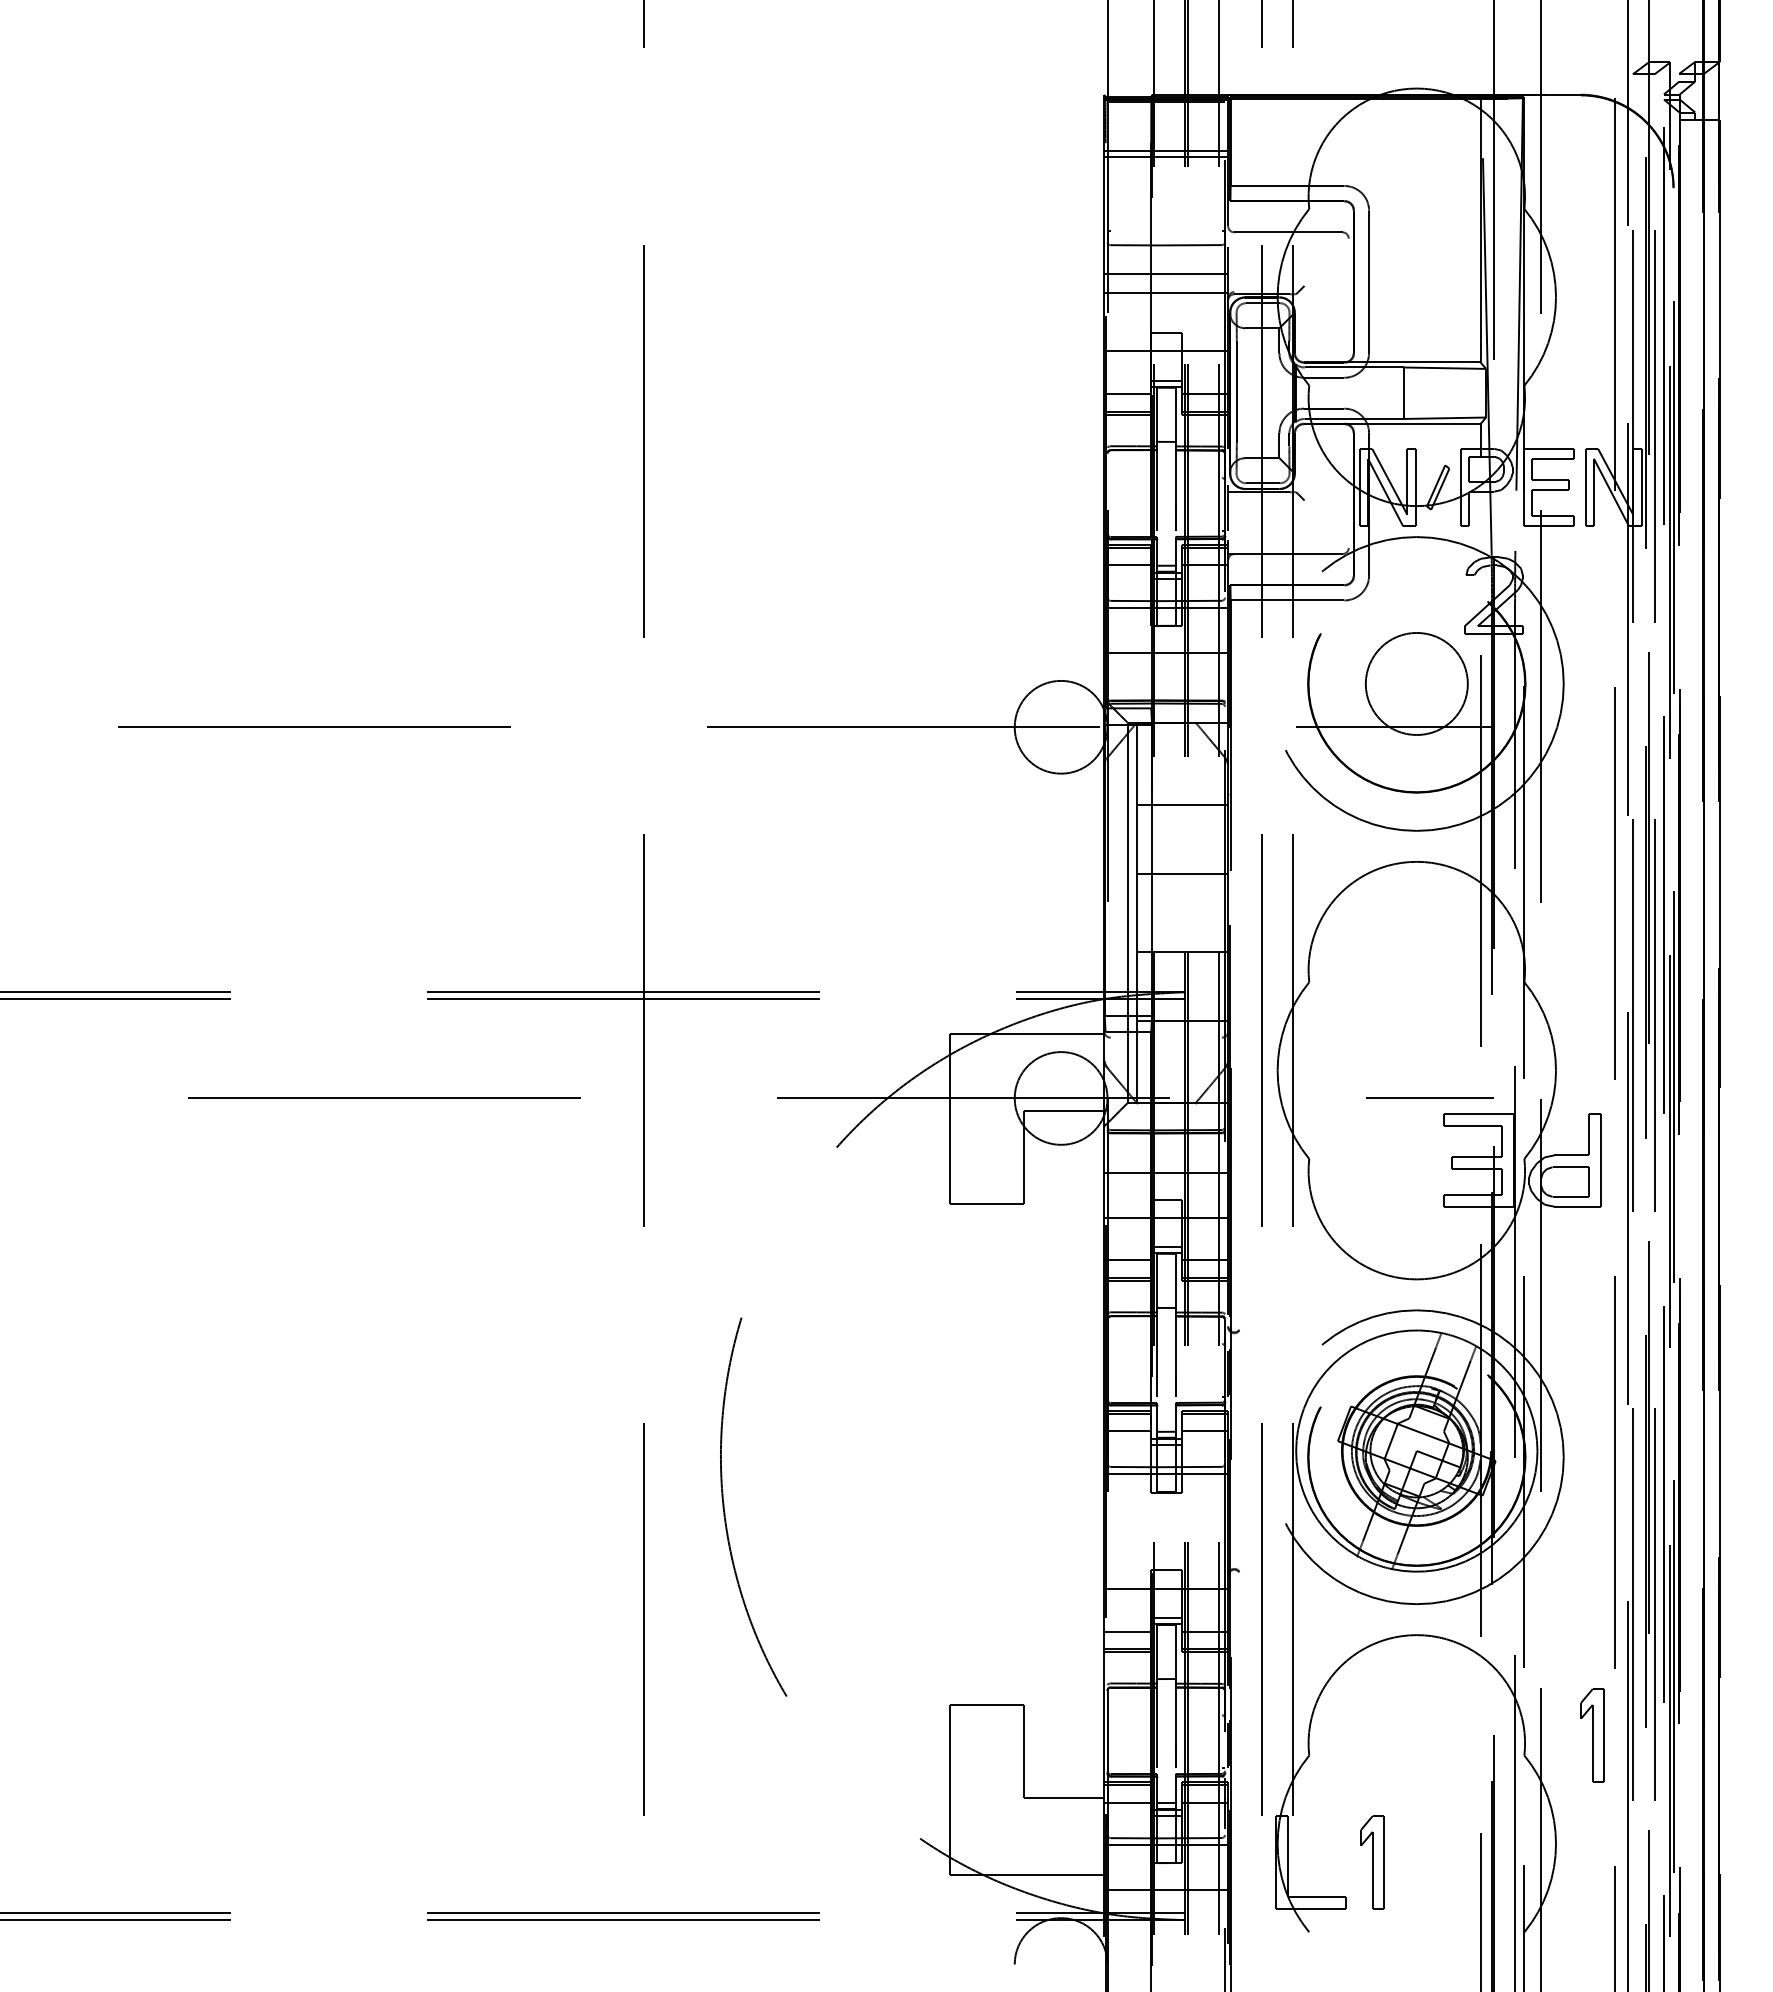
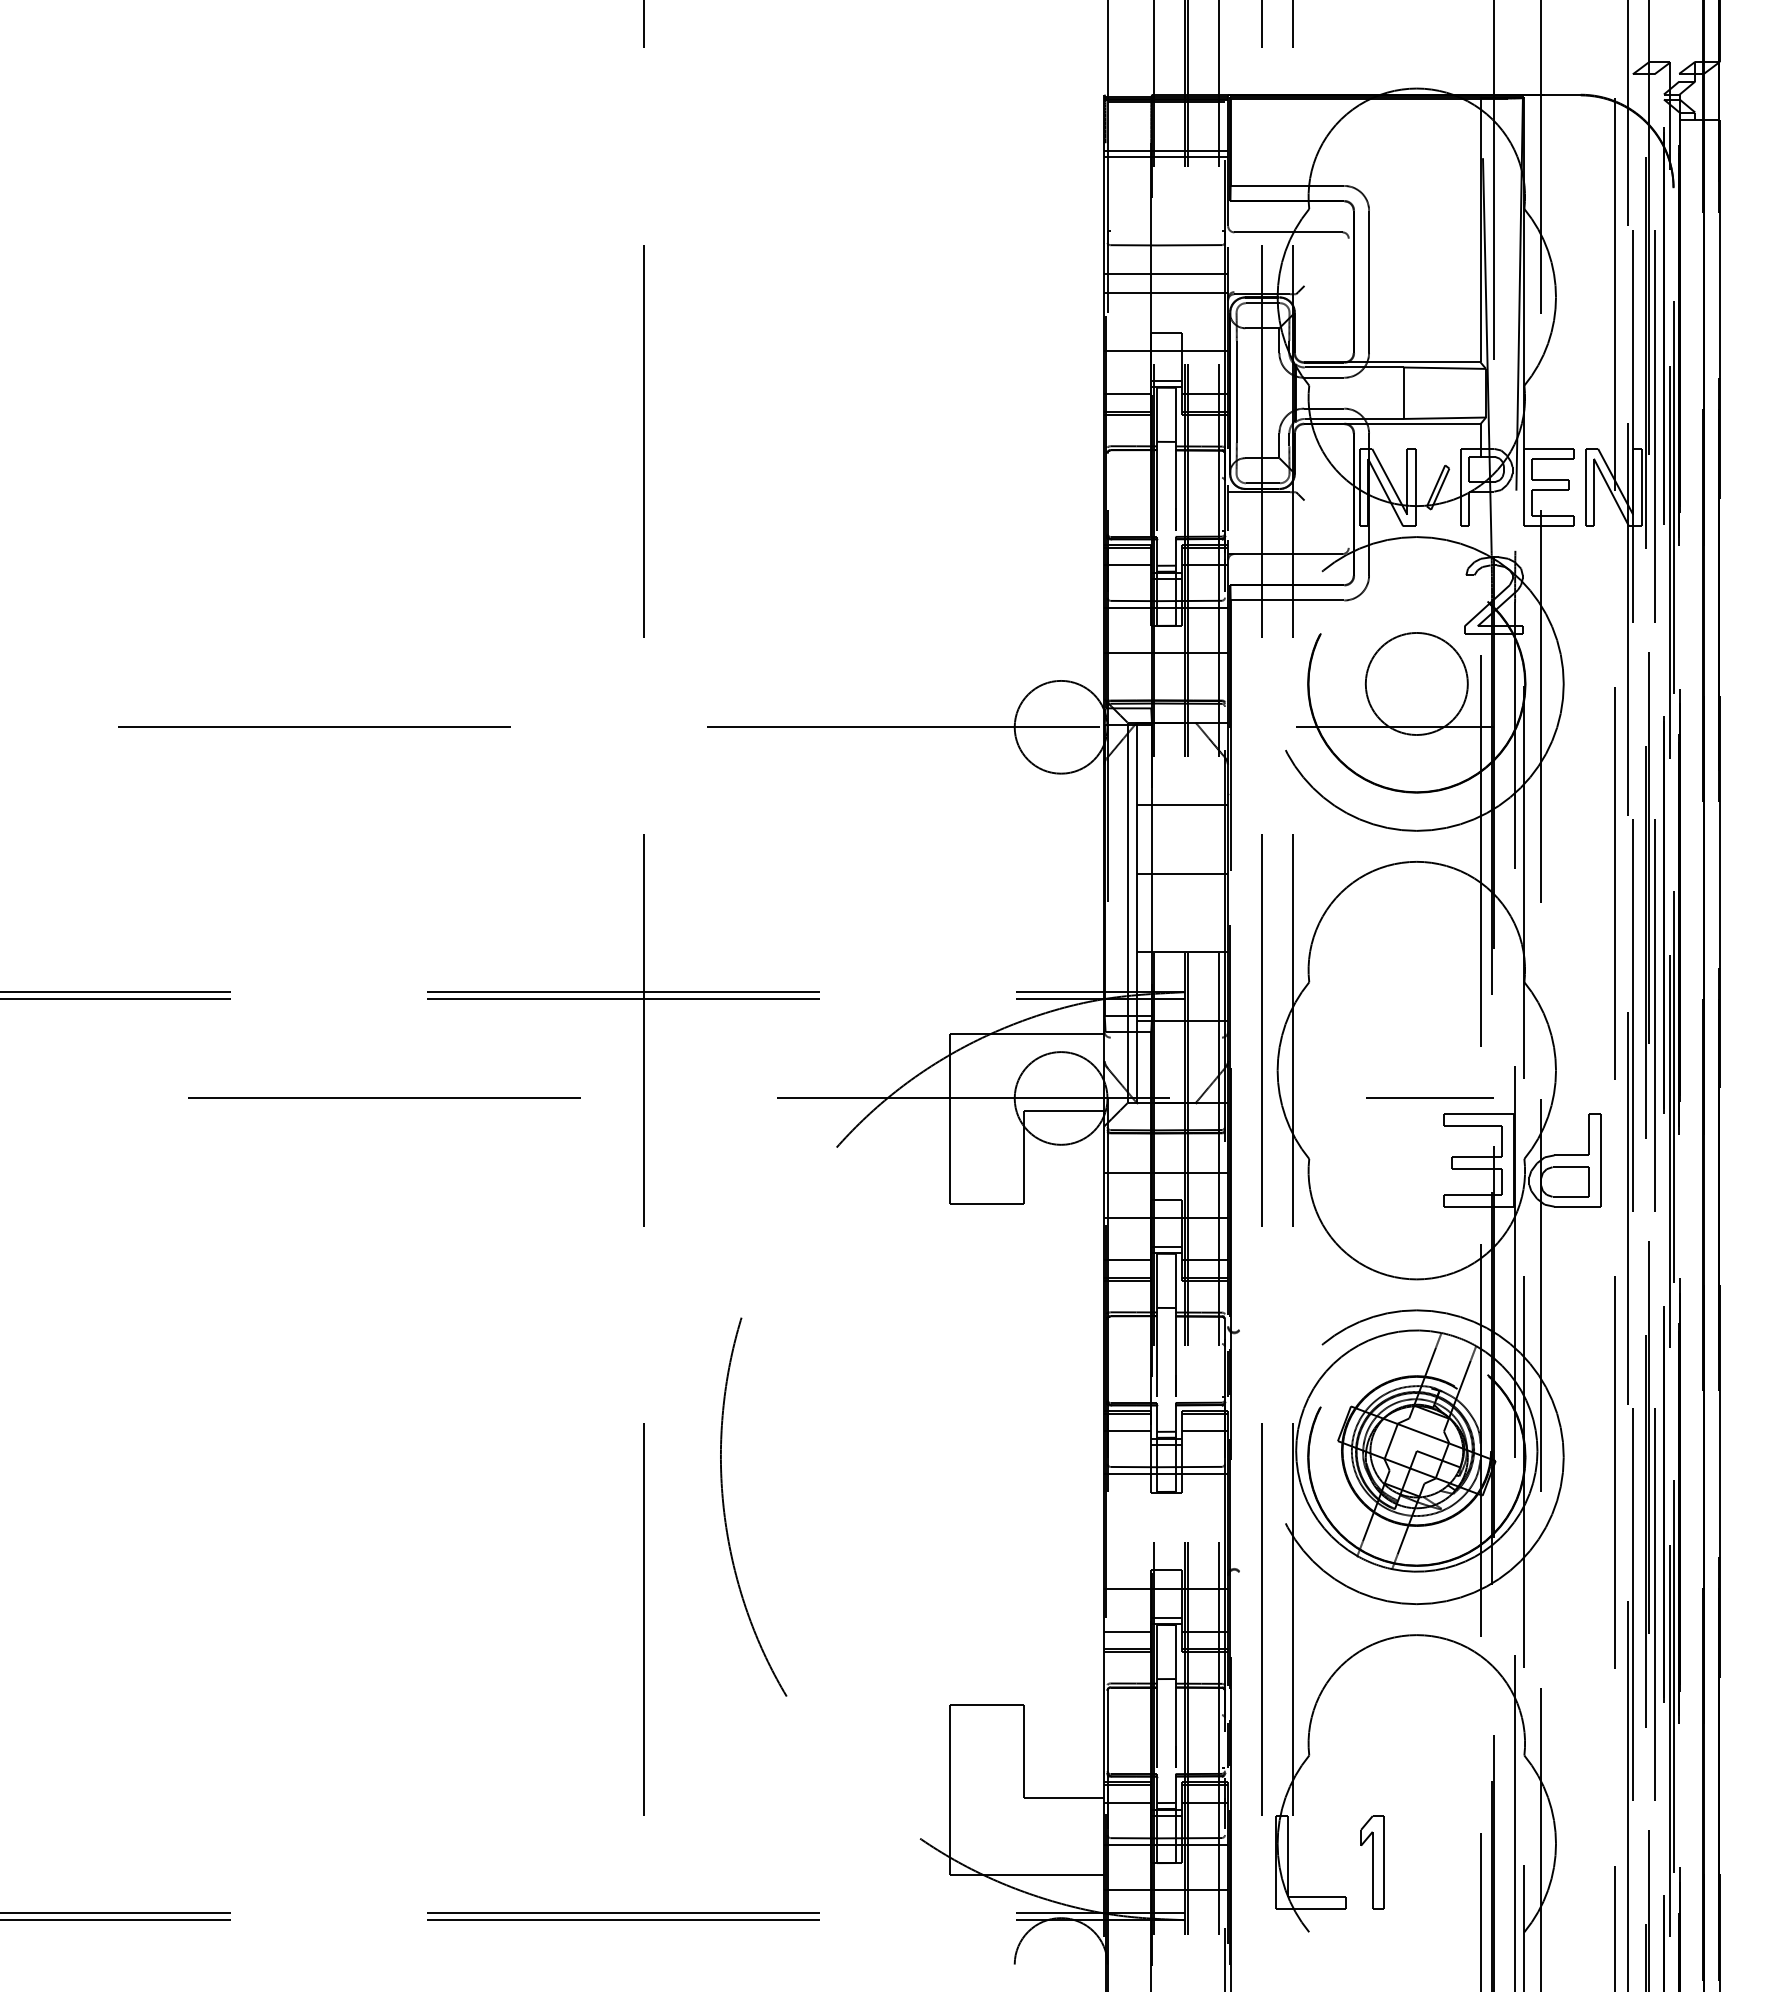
part at (1592, 1735): present -> none
